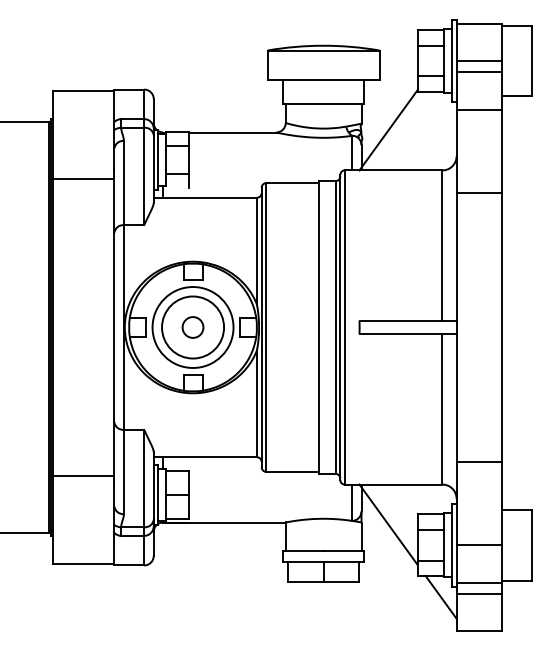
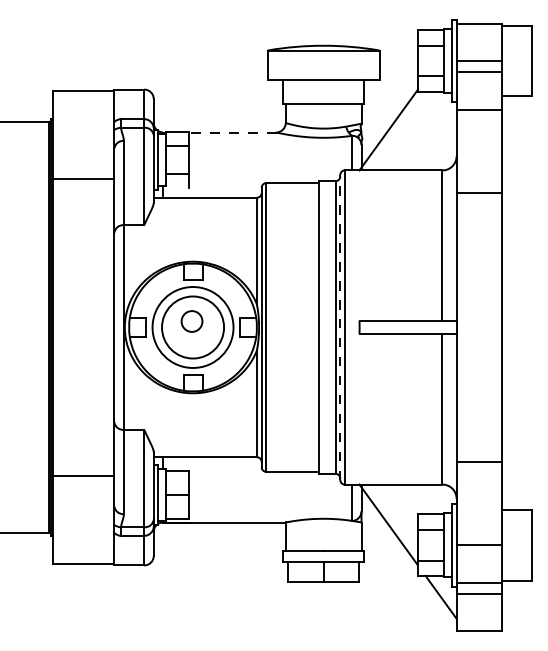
line at (232, 132): solid -> dashed
circle at (192, 327) position: (192, 327) -> (191, 321)
line at (340, 327): solid -> dashed
